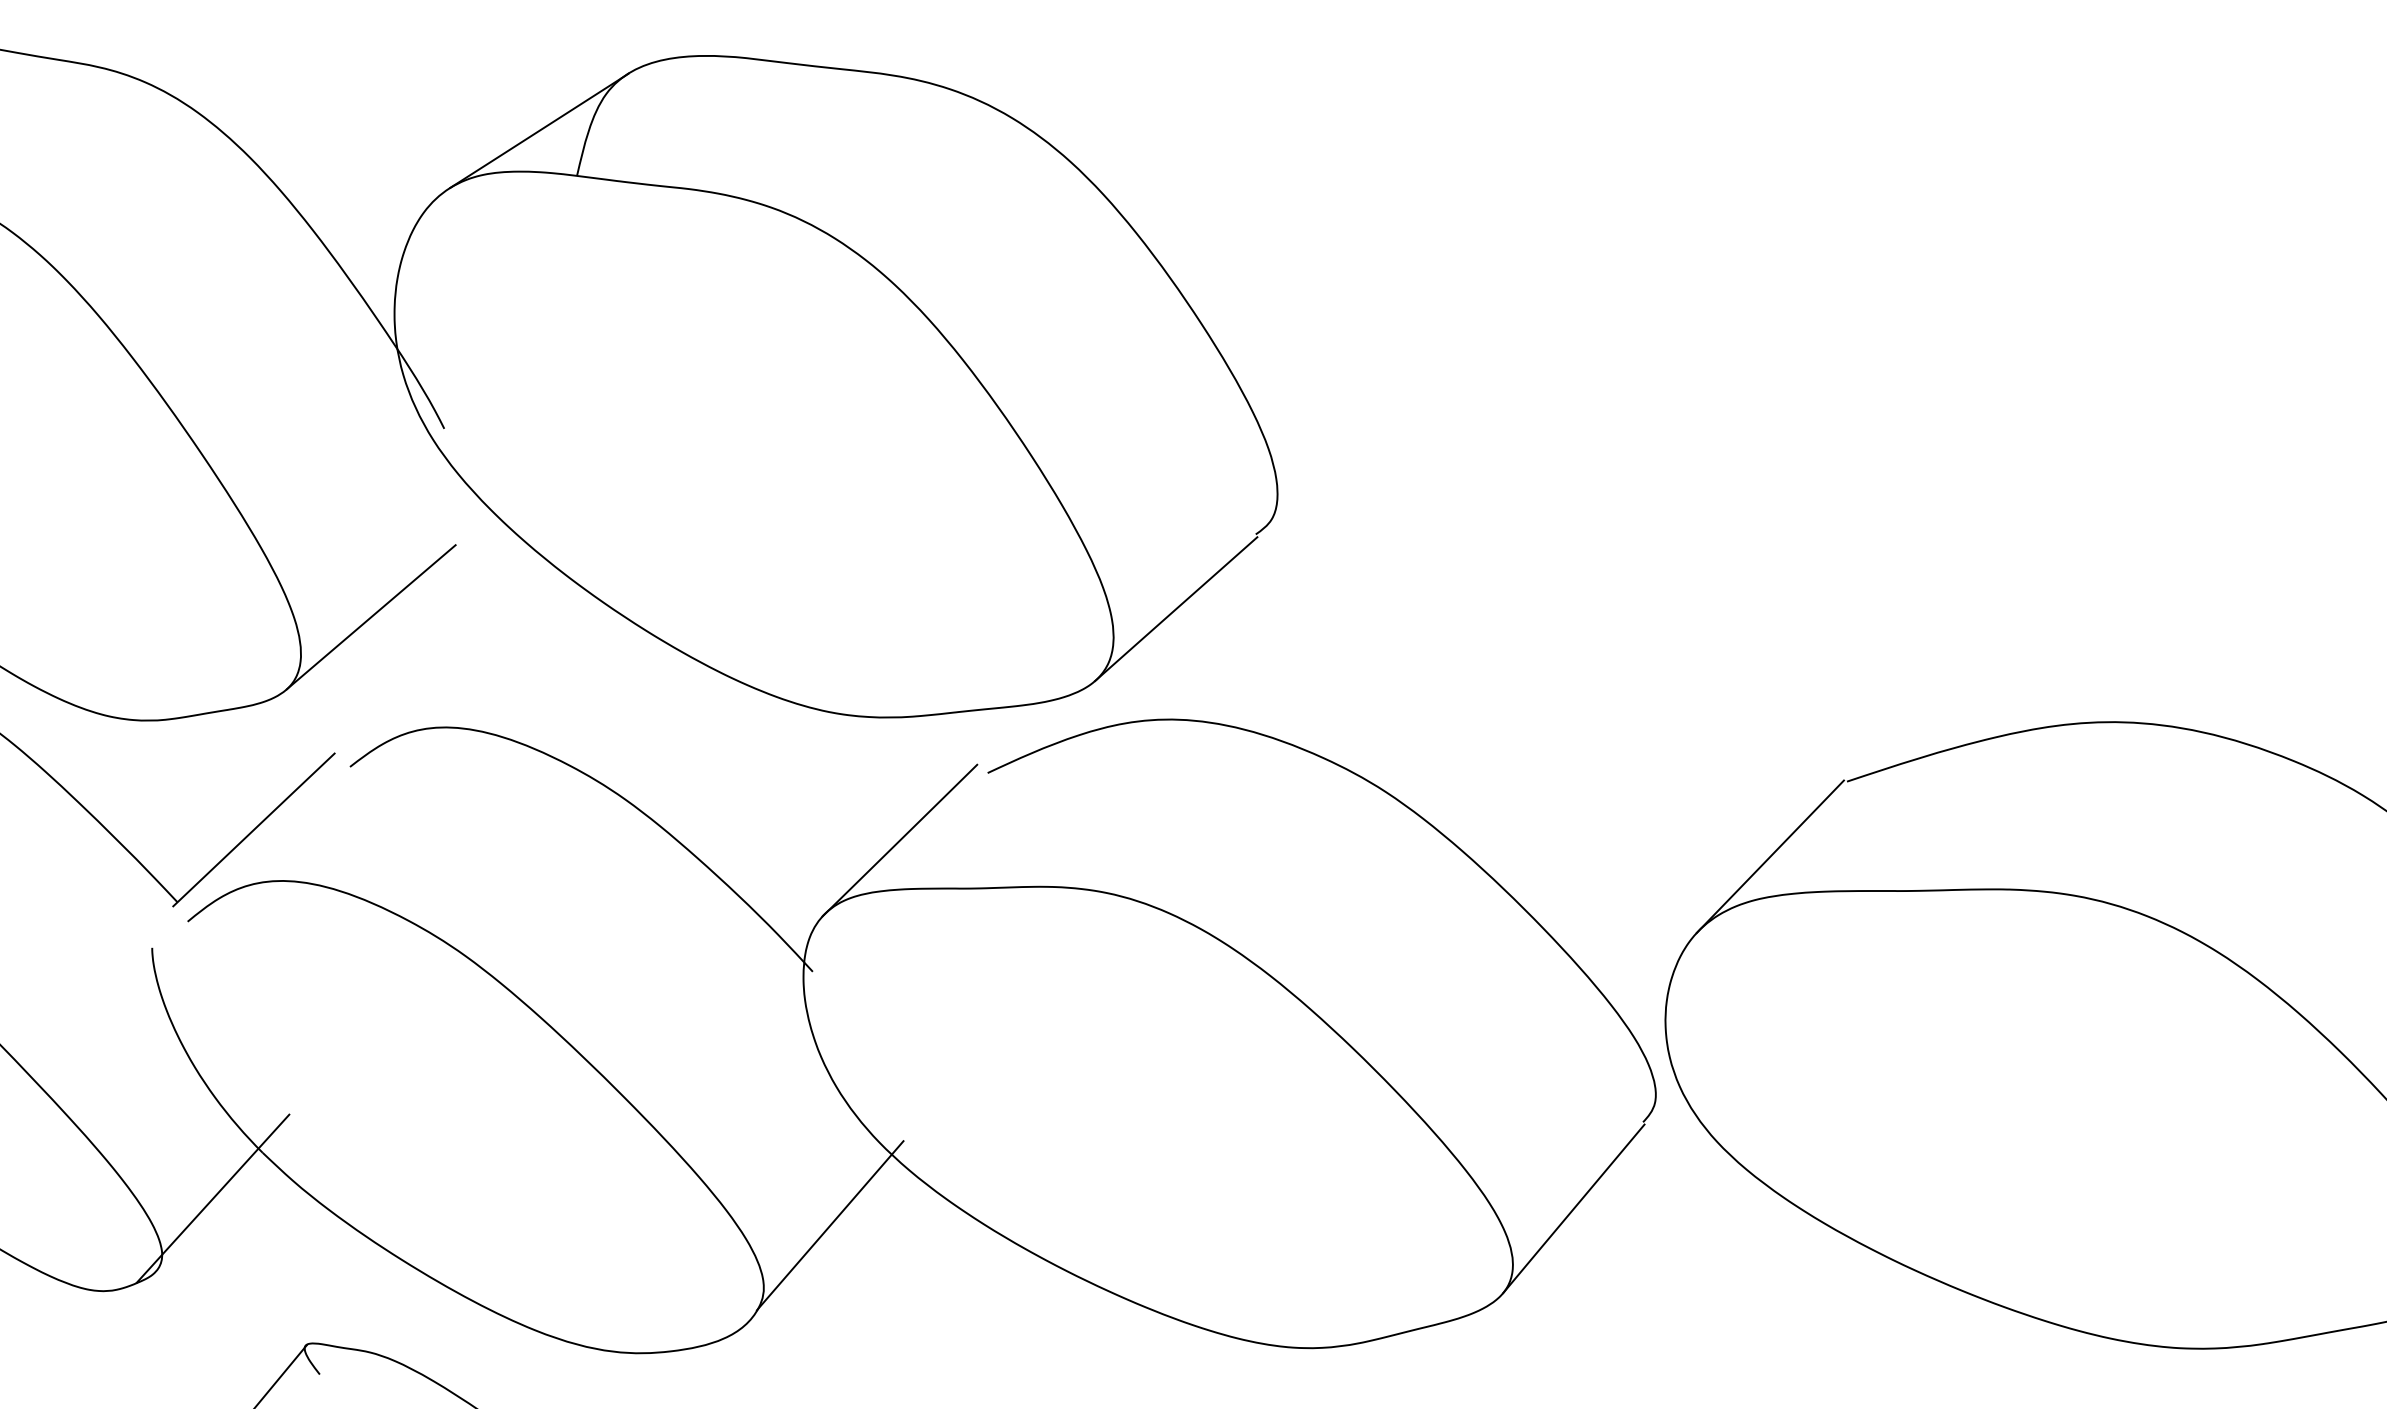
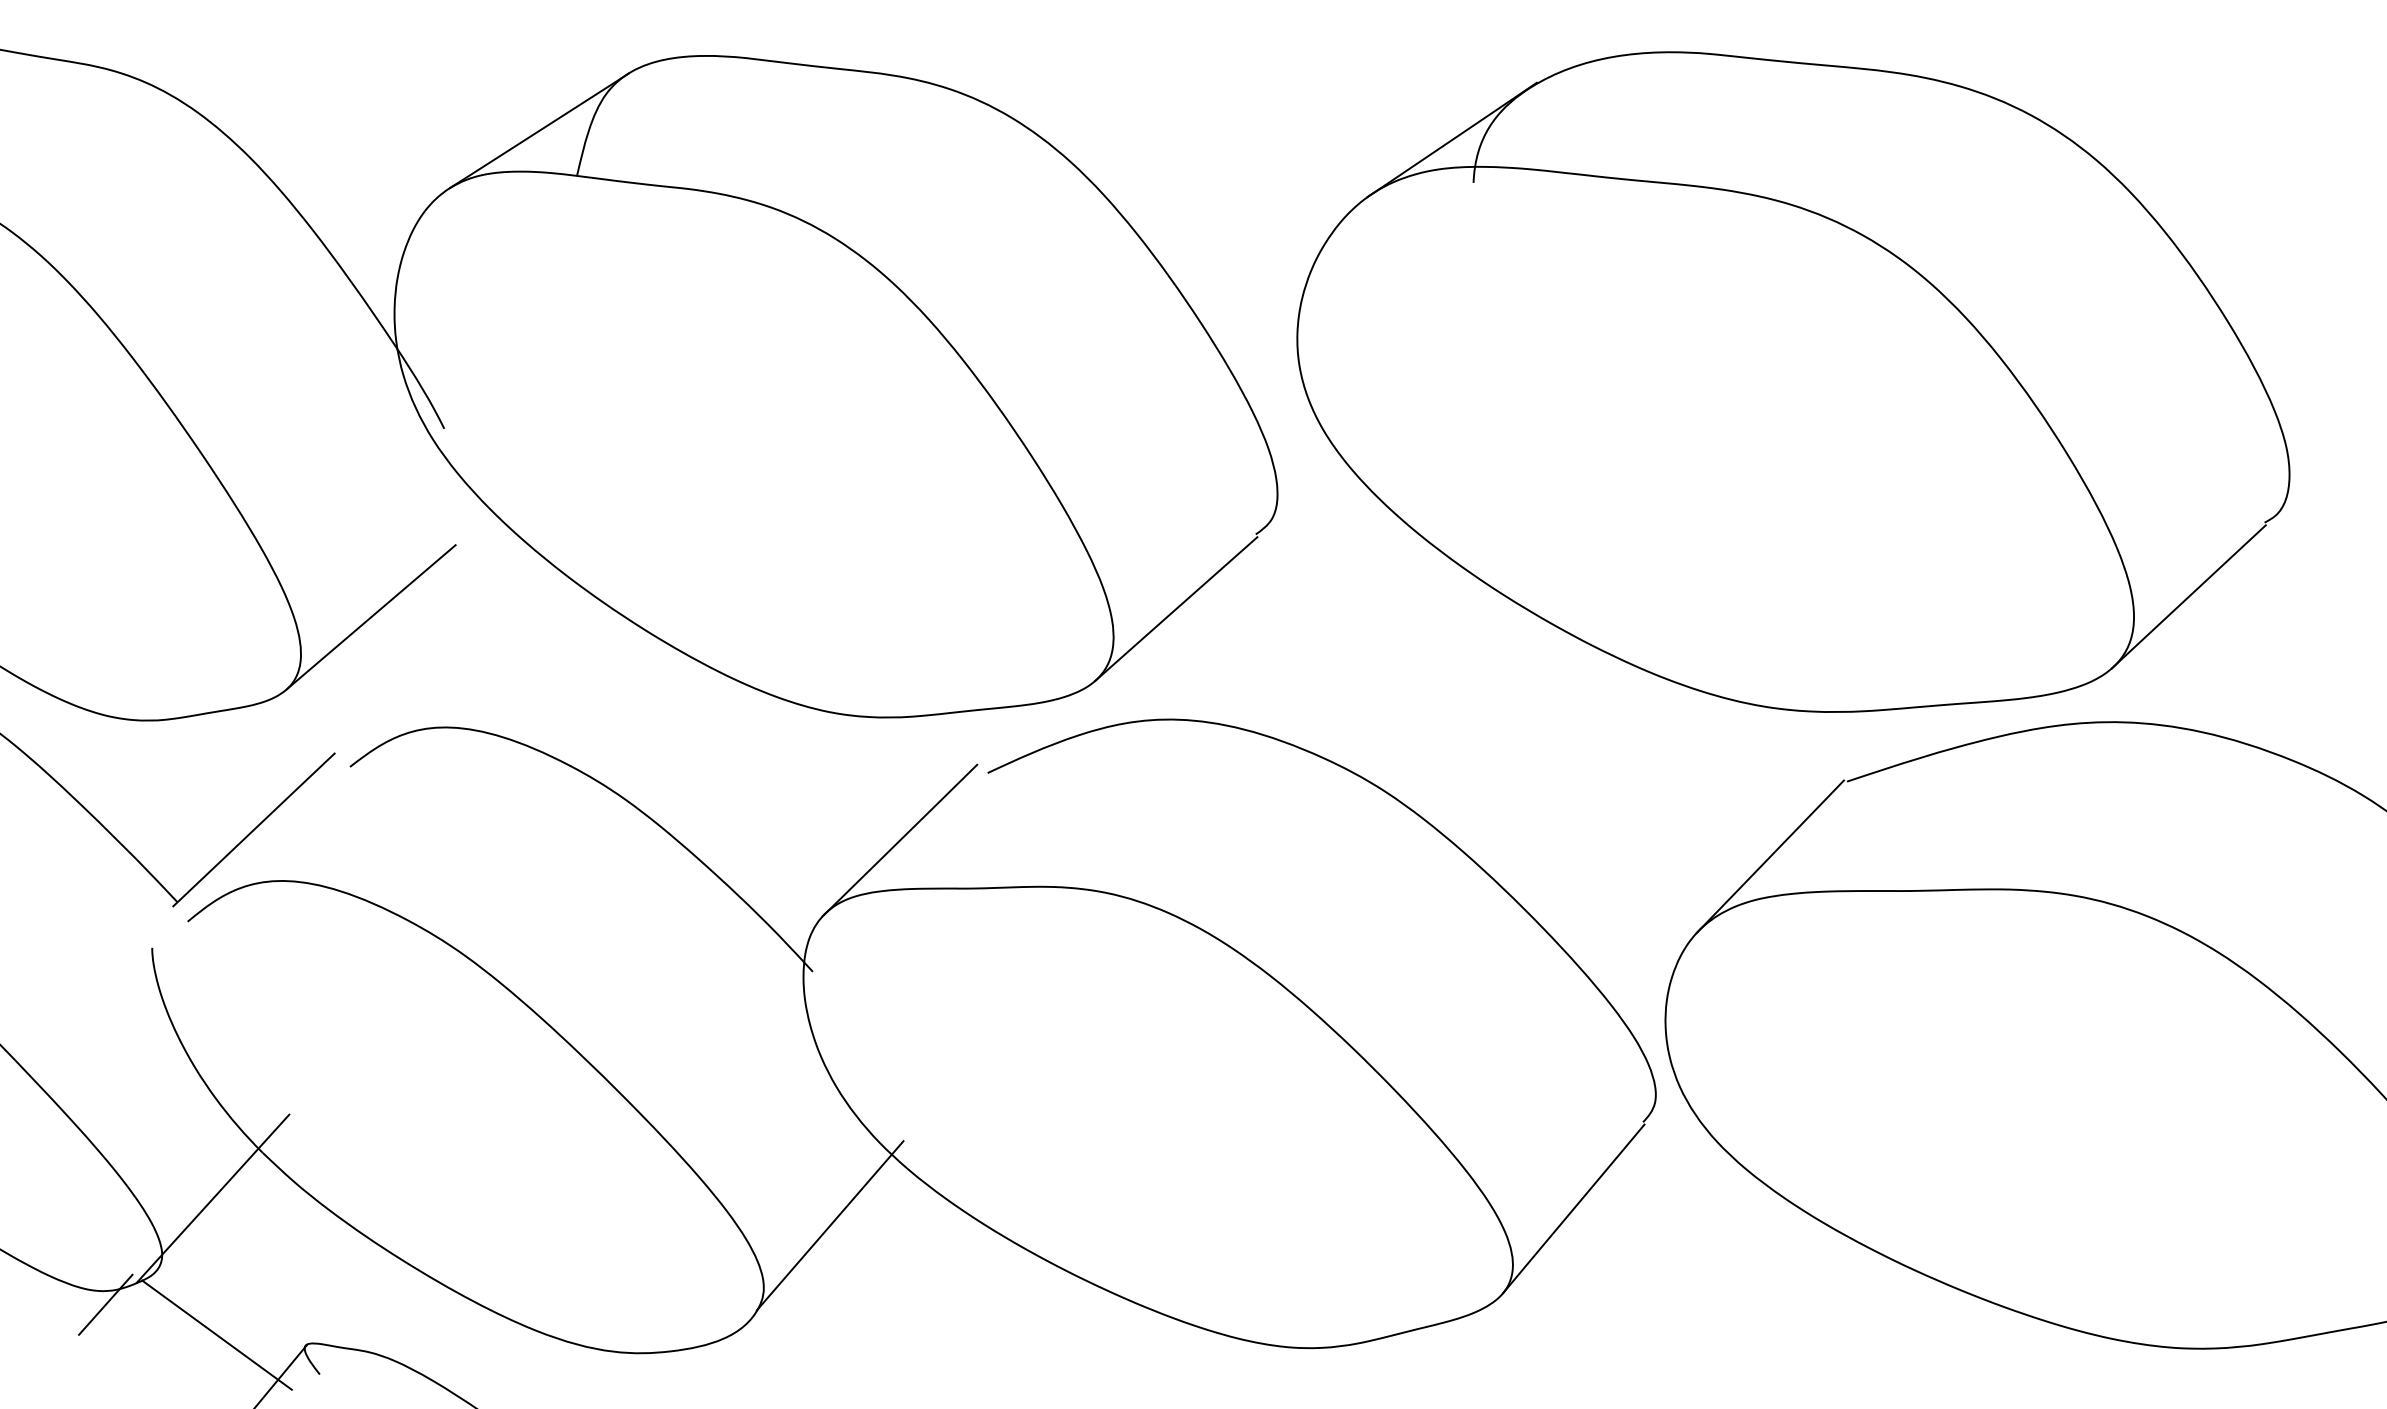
part at (1793, 381): none -> present
line at (105, 1304): none -> present
line at (216, 1334): none -> present
